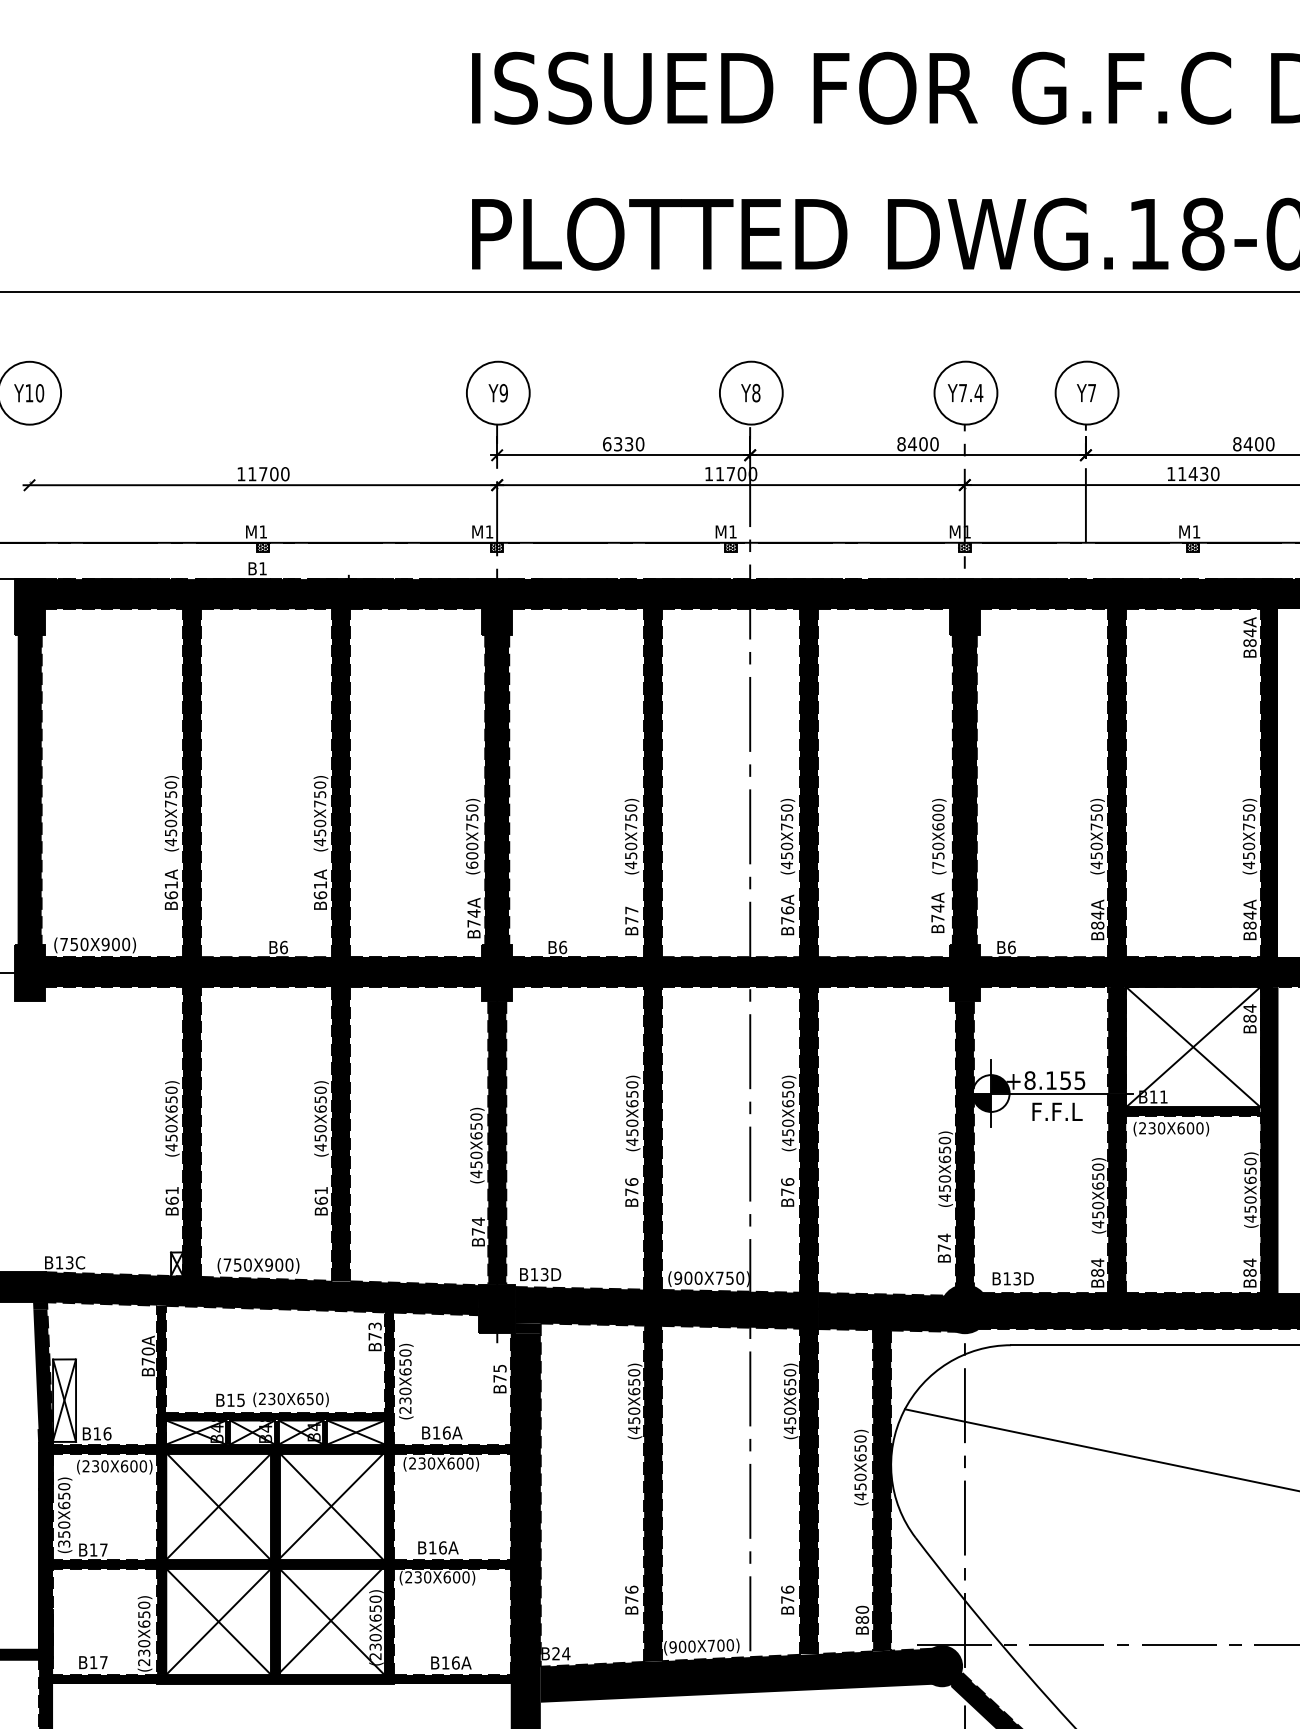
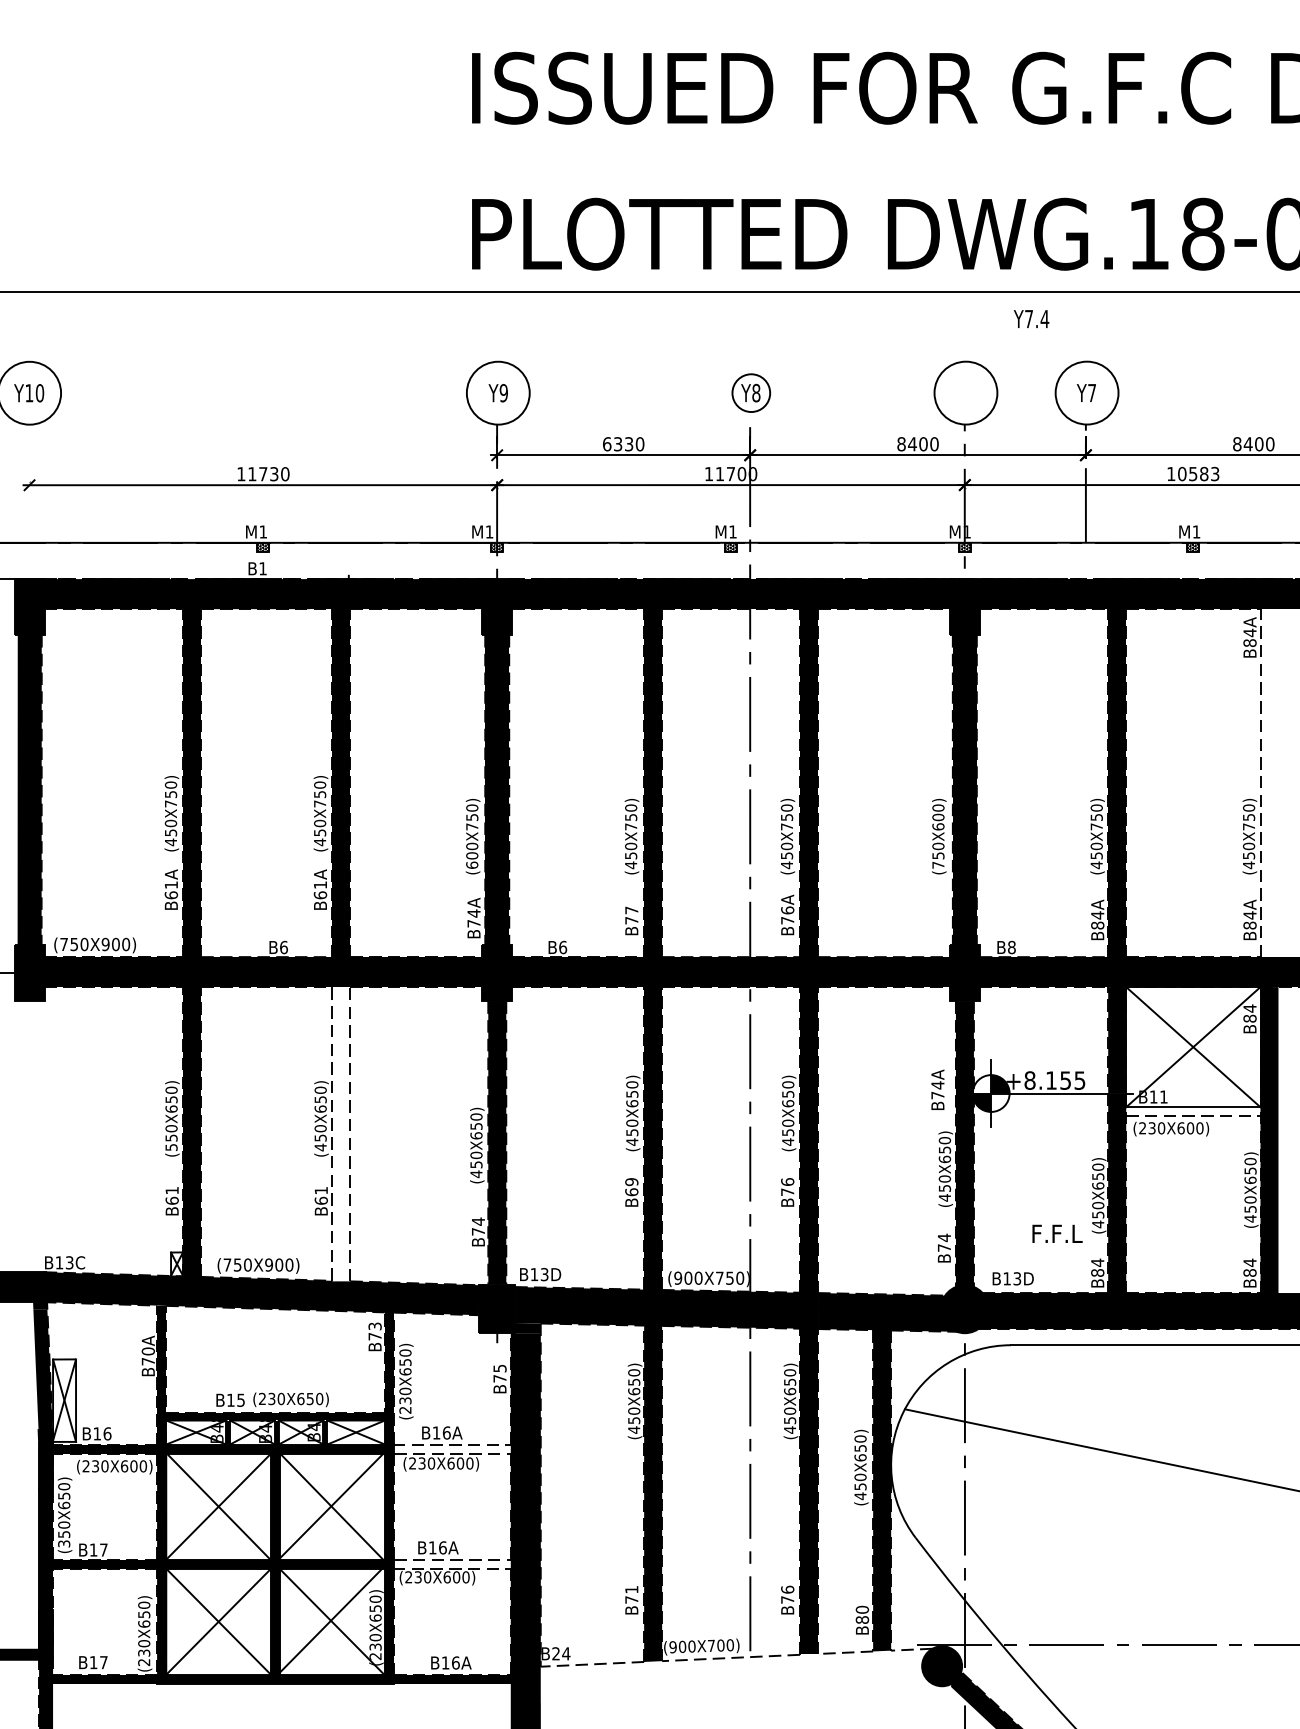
circle at (750, 392) diameter: 63 px -> 38 px
text at (965, 393) position: (965, 393) -> (1031, 319)
text at (1198, 473): 11430 -> 10583
text at (274, 474): 11700 -> 11730
fill at (1269, 783): present -> none
text at (937, 912) position: (937, 912) -> (937, 1089)
text at (1011, 946): B6 -> B8
text at (1057, 1111) position: (1057, 1111) -> (1057, 1233)
fill at (1193, 1111): present -> none
fill at (341, 1134): present -> none
text at (171, 1147): (450X650) -> (550X650)
text at (631, 1187): B76 -> B69
fill at (452, 1448): present -> none
fill at (452, 1563): present -> none
text at (631, 1589): B76 -> B71
fill at (736, 1675): present -> none
